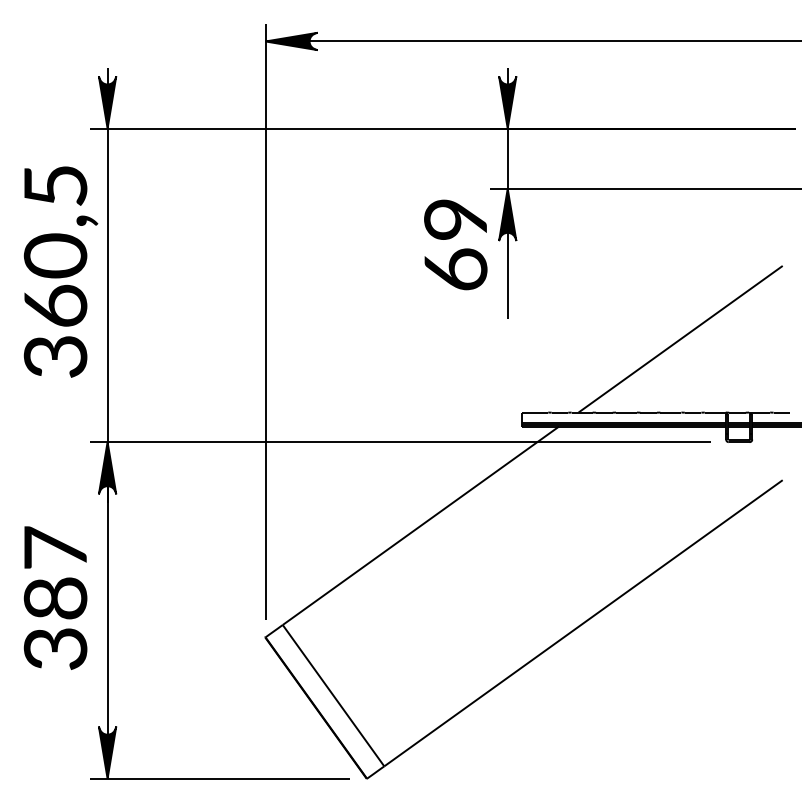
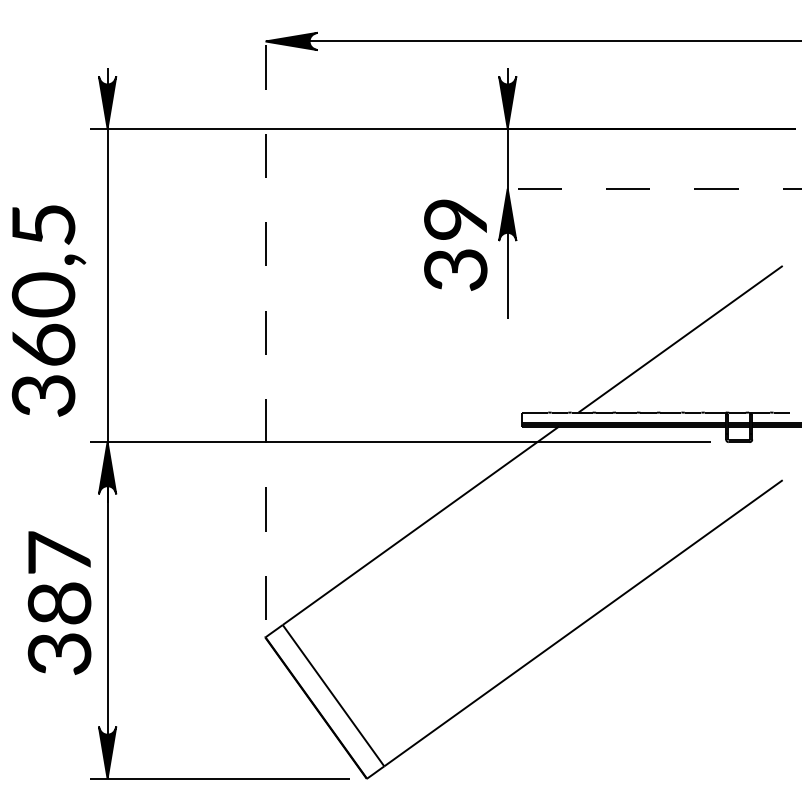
line at (645, 188): solid -> dashed
text at (455, 269): 69 -> 39
text at (60, 271) position: (60, 271) -> (48, 310)
line at (265, 322): solid -> dashed
text at (55, 597) position: (55, 597) -> (59, 602)
